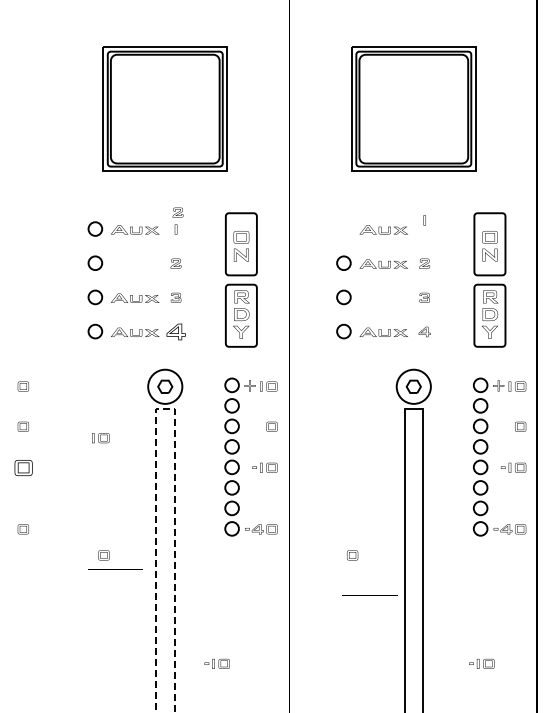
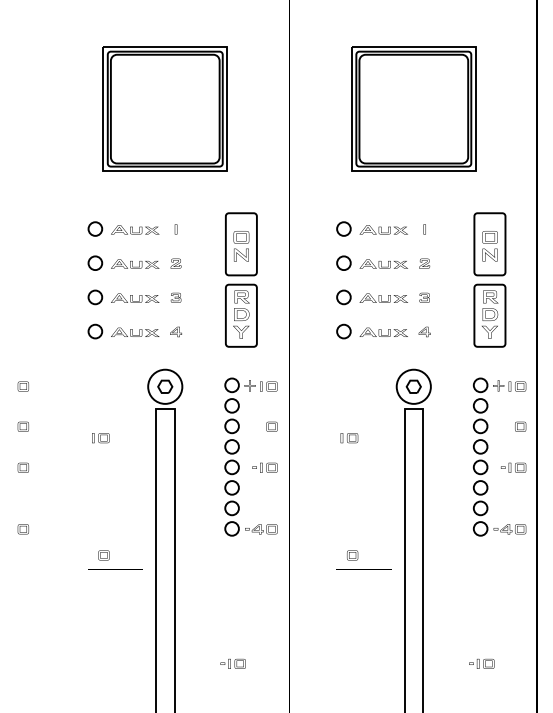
part at (177, 212): present -> none
part at (424, 220) position: (424, 220) -> (424, 229)
circle at (343, 228): none -> present
part at (135, 263): none -> present
part at (383, 297): none -> present
part at (175, 331) size: 20x18 px -> 12x12 px
line at (164, 408): dashed -> solid
part at (349, 438): none -> present
part at (23, 467) size: 19x16 px -> 12x11 px
line at (369, 595) position: (369, 595) -> (363, 569)
part at (216, 663) position: (216, 663) -> (232, 663)
